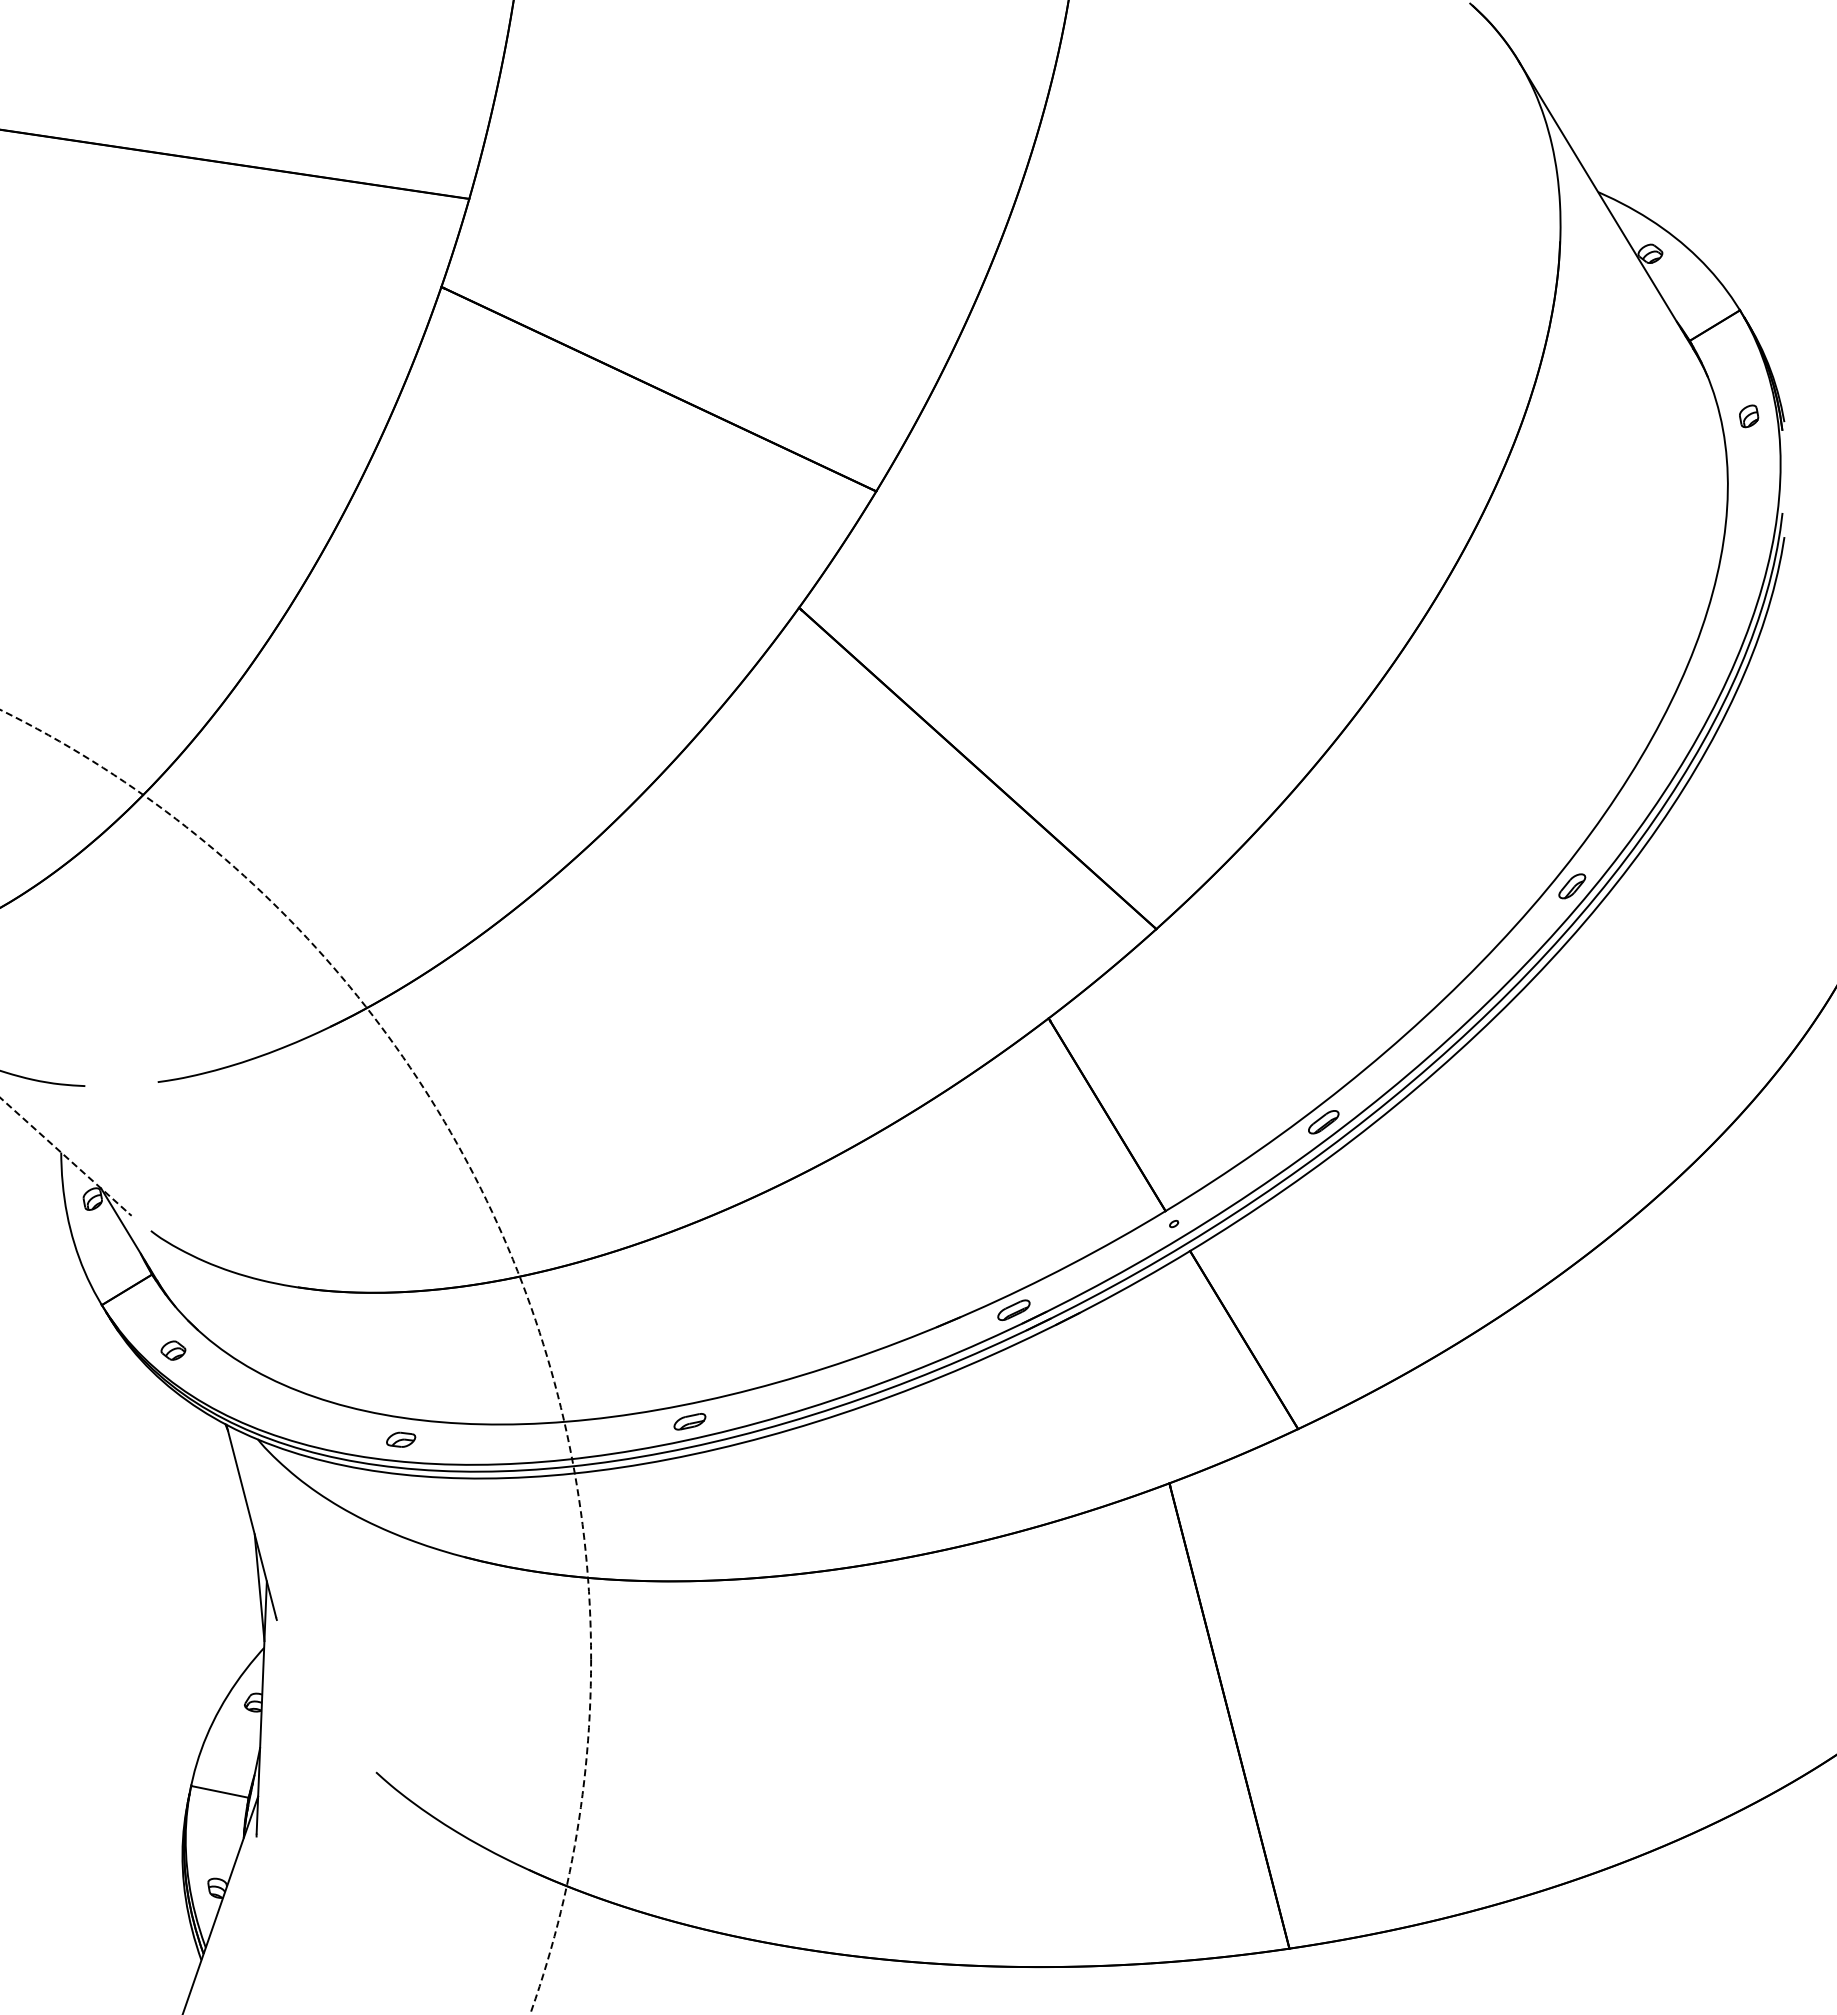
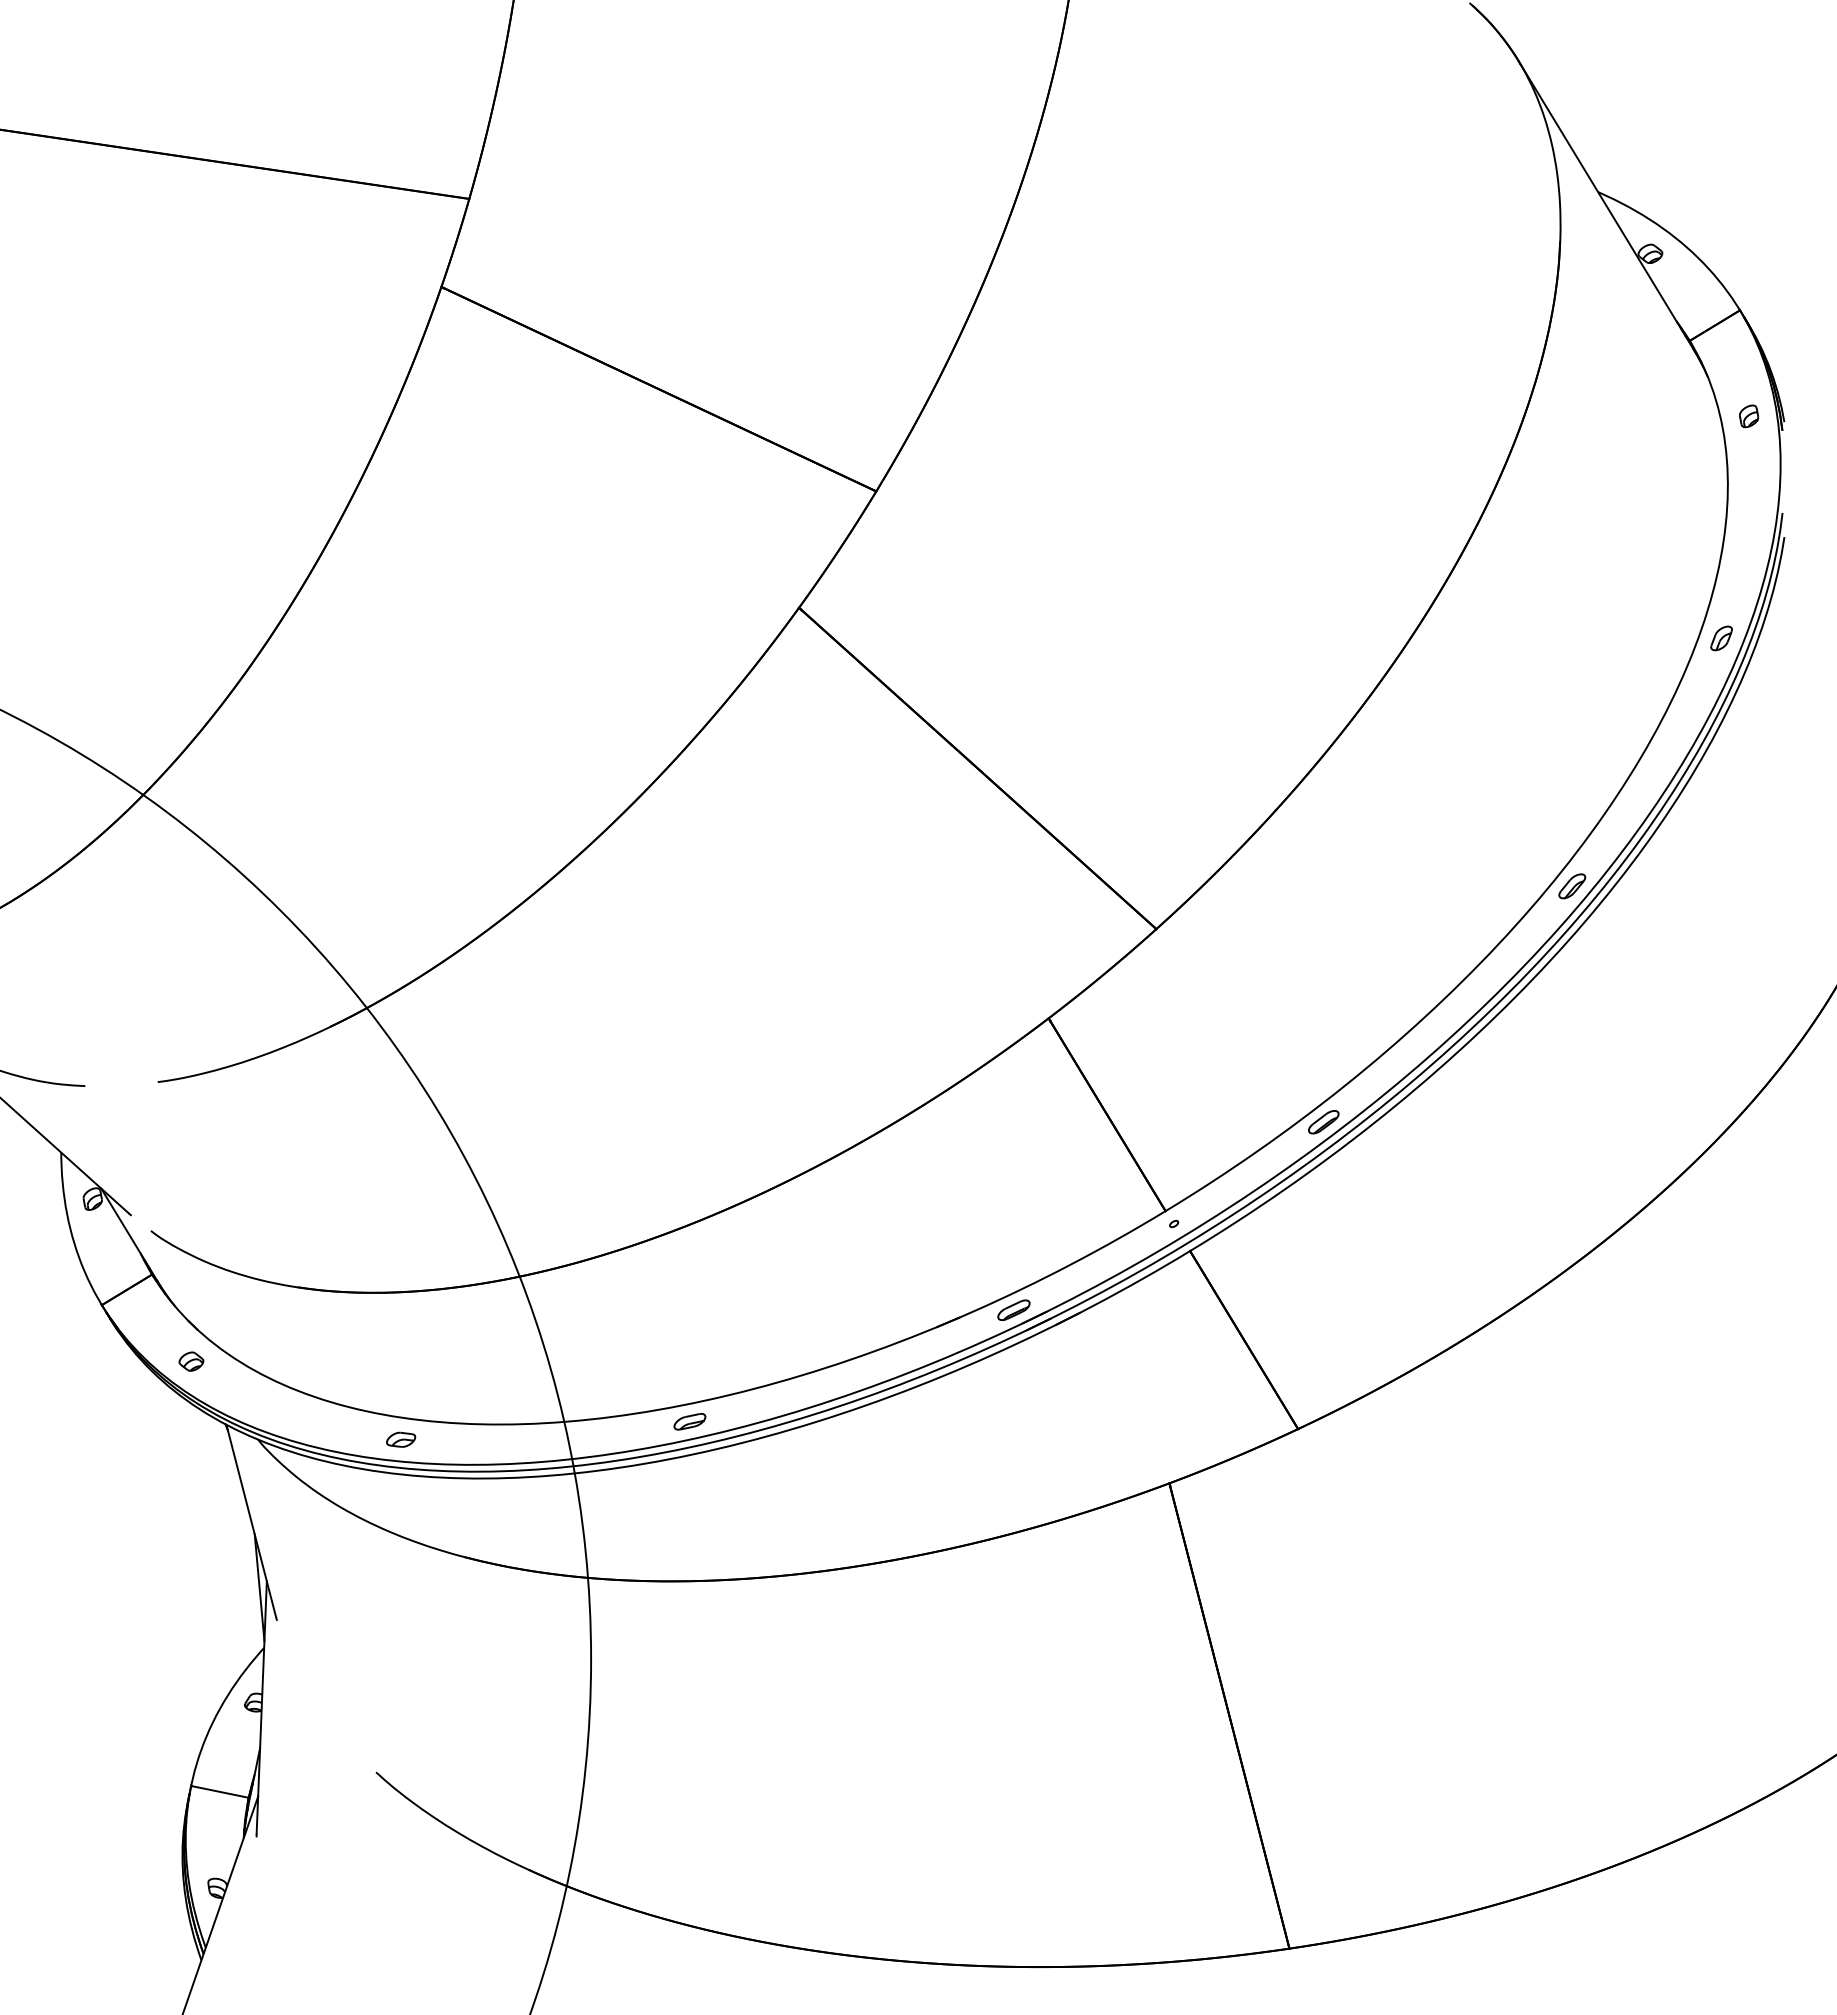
part at (1721, 638): none -> present
line at (64, 1155): dashed -> solid
part at (173, 1350) position: (173, 1350) -> (191, 1361)
circle at (295, 1361): dashed -> solid
